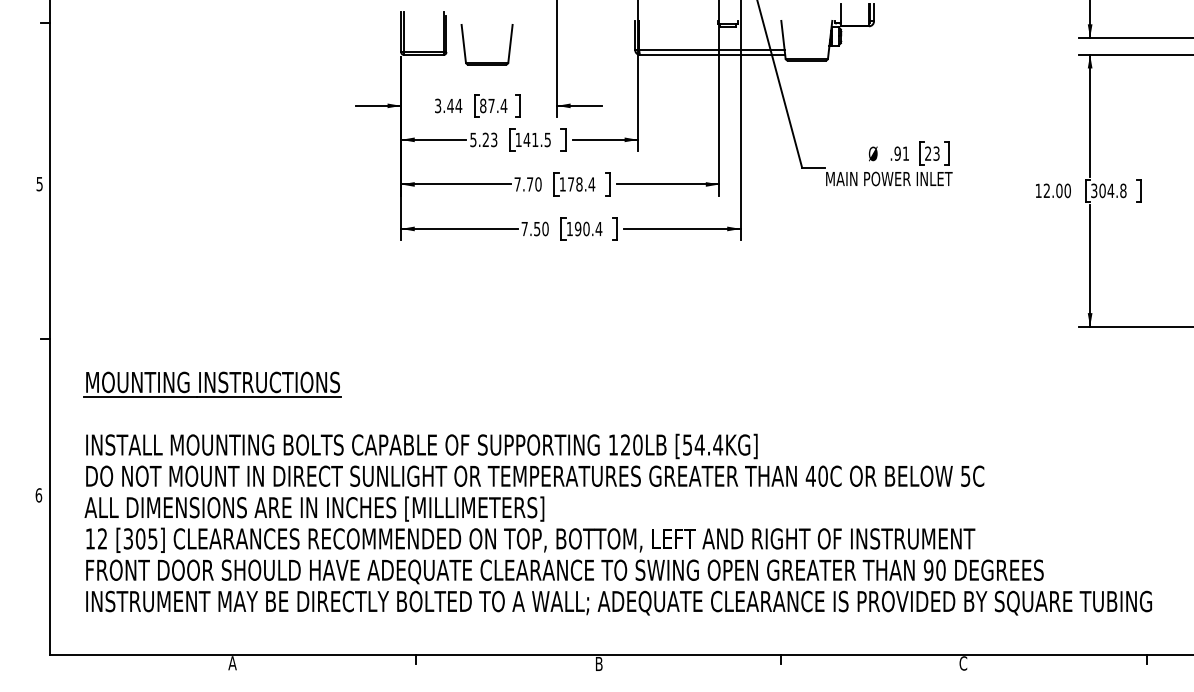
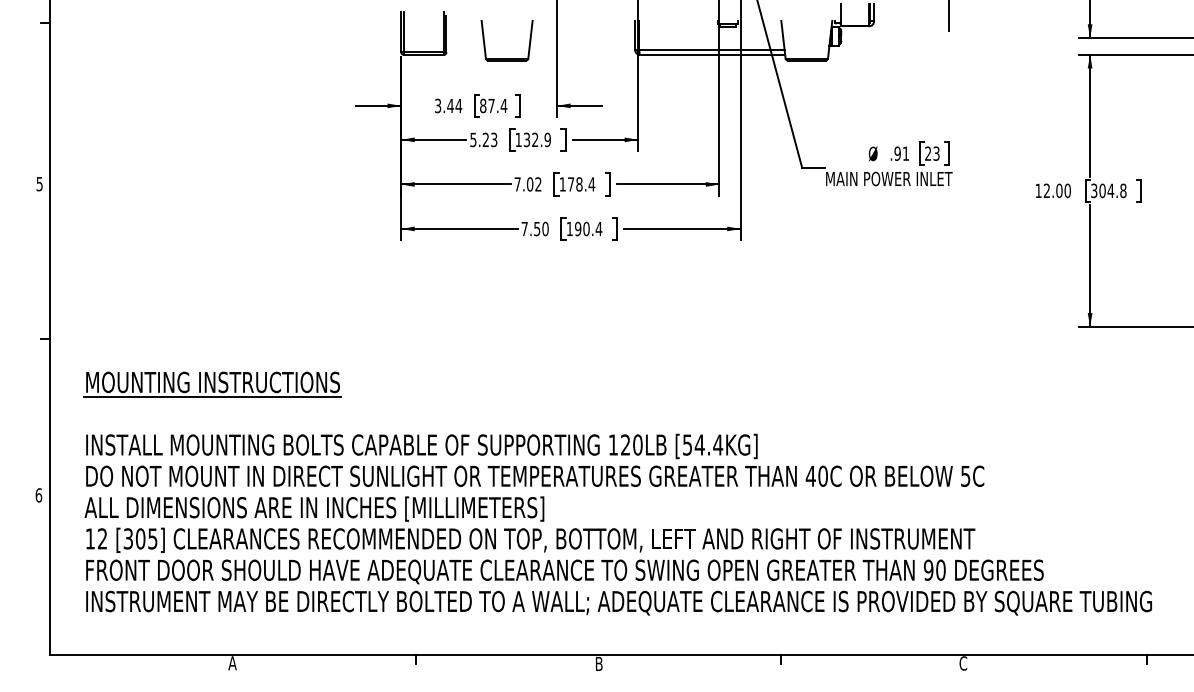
line at (948, 16): none -> present
part at (486, 62) position: (486, 62) -> (506, 58)
text at (536, 139): 141.5 -> 132.9
text at (533, 184): 7.70 -> 7.02
